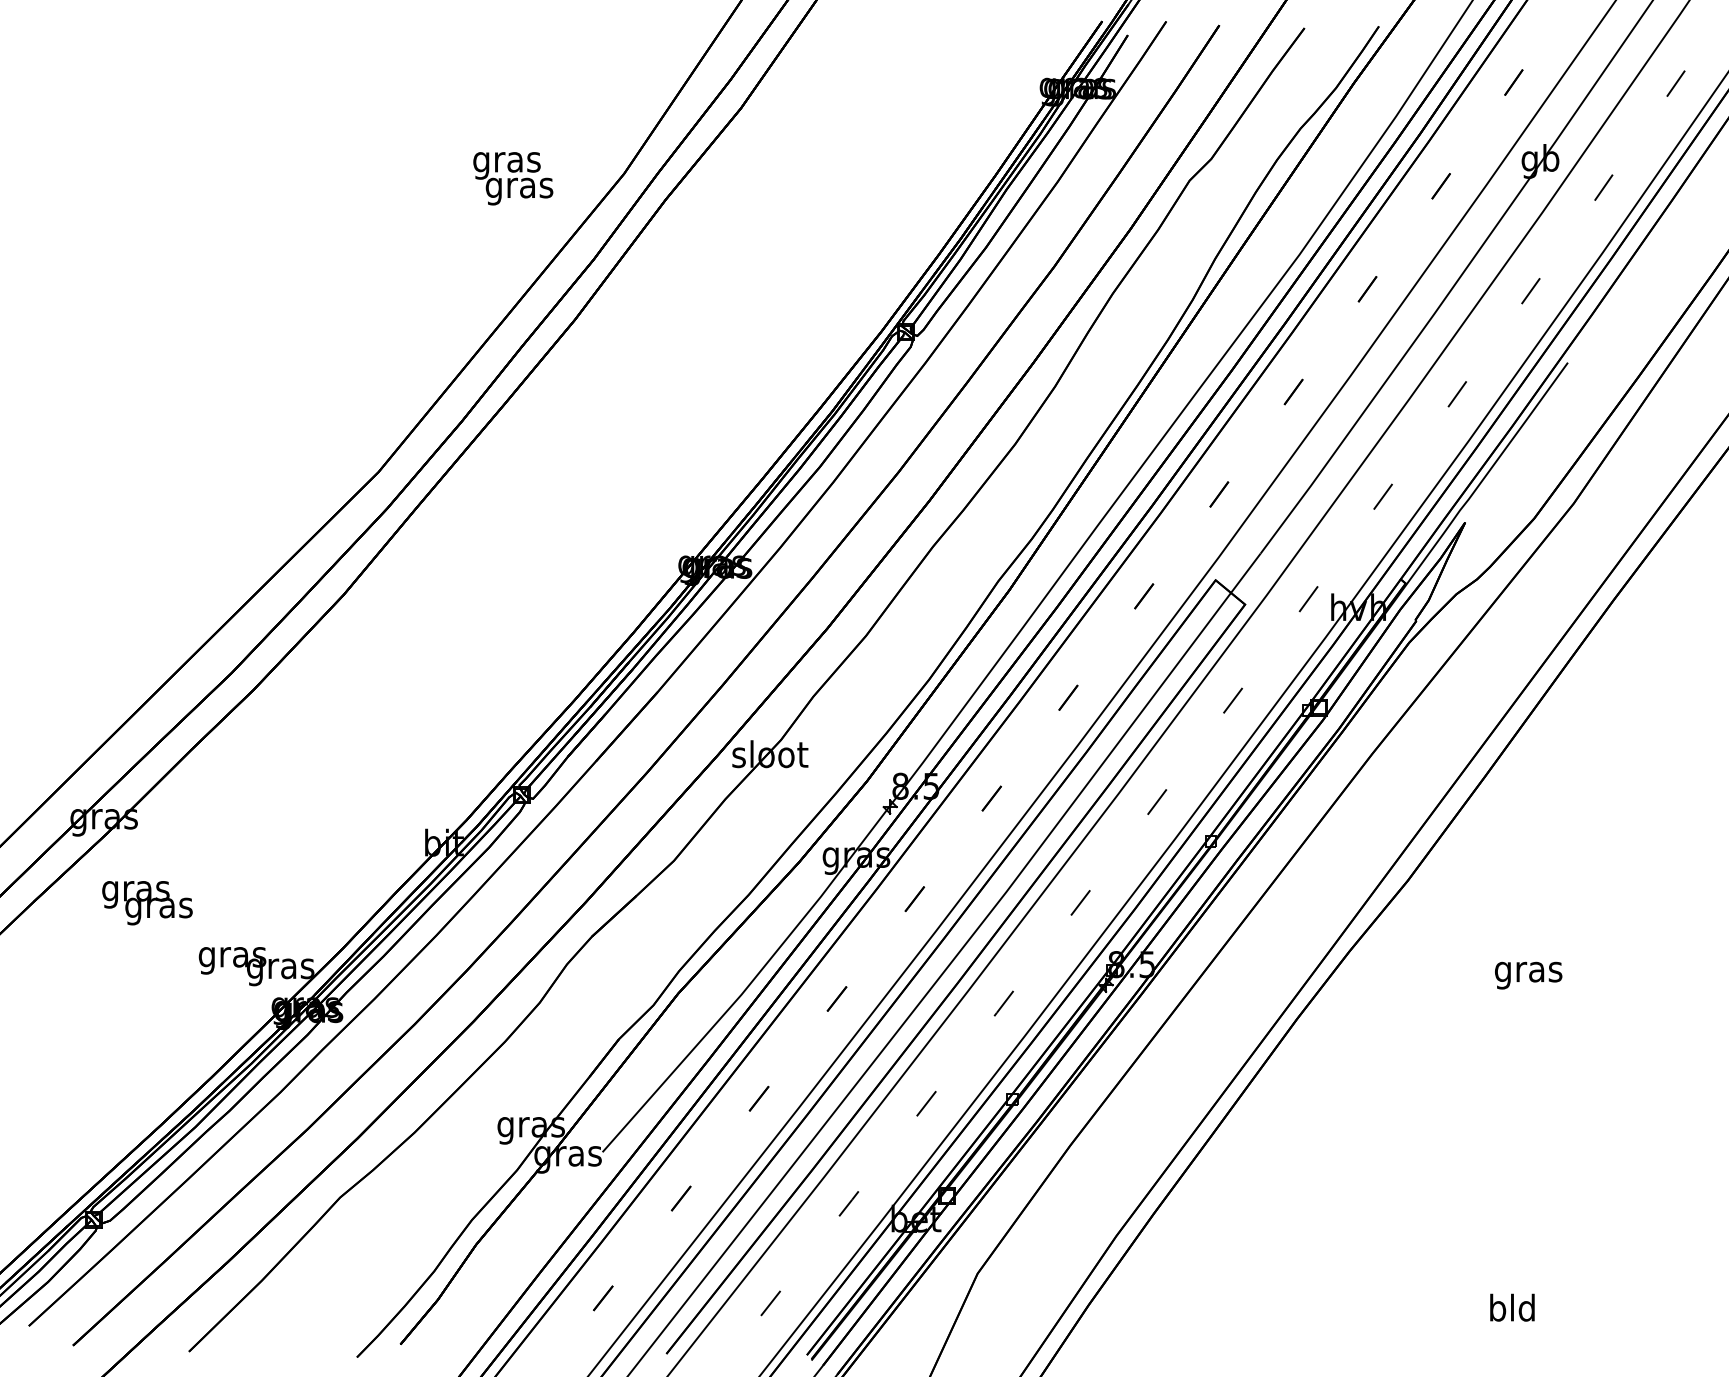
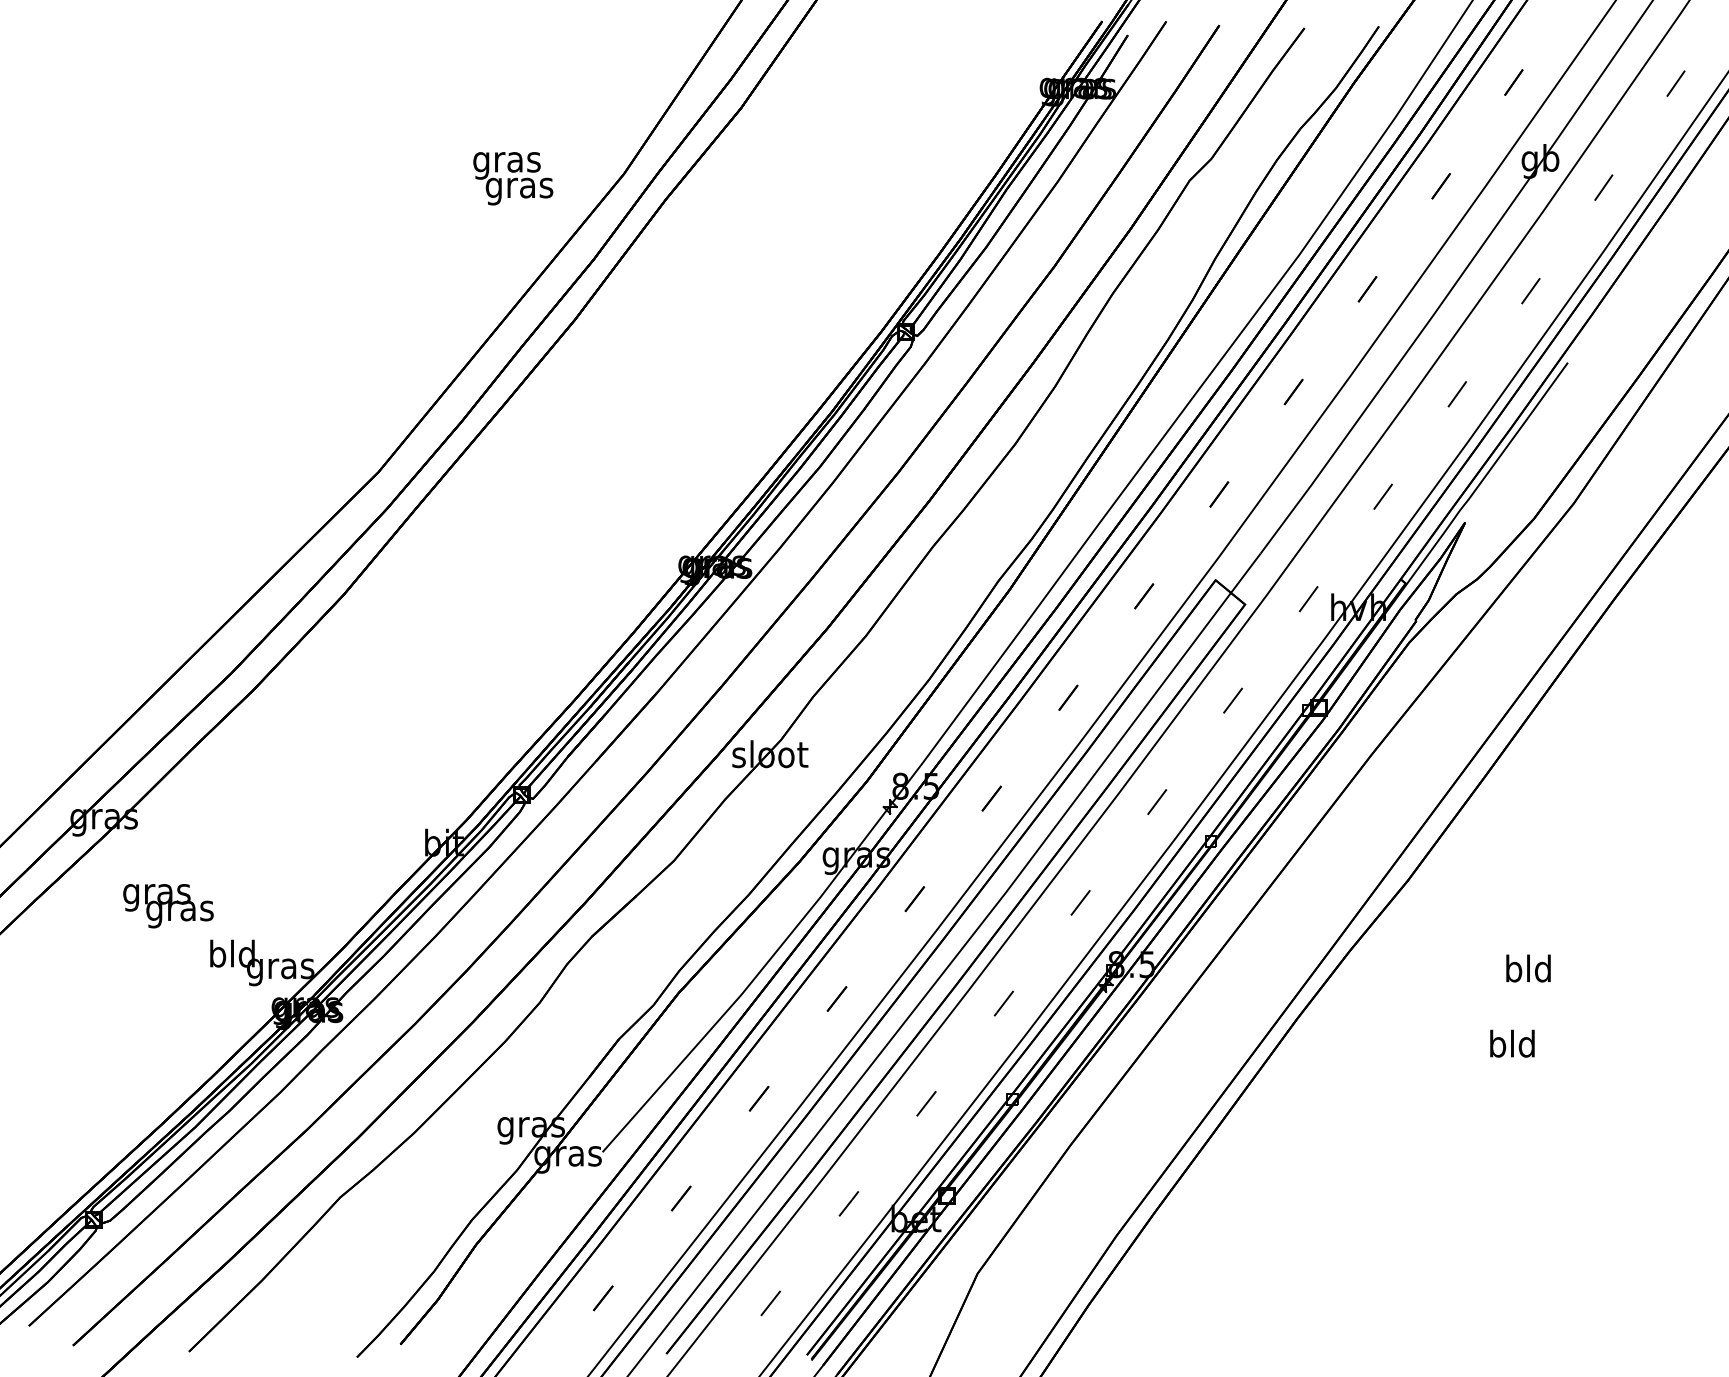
text at (147, 903) position: (147, 903) -> (168, 906)
text at (232, 956): gras -> bld
text at (1528, 971): gras -> bld
text at (1512, 1307) position: (1512, 1307) -> (1512, 1043)
